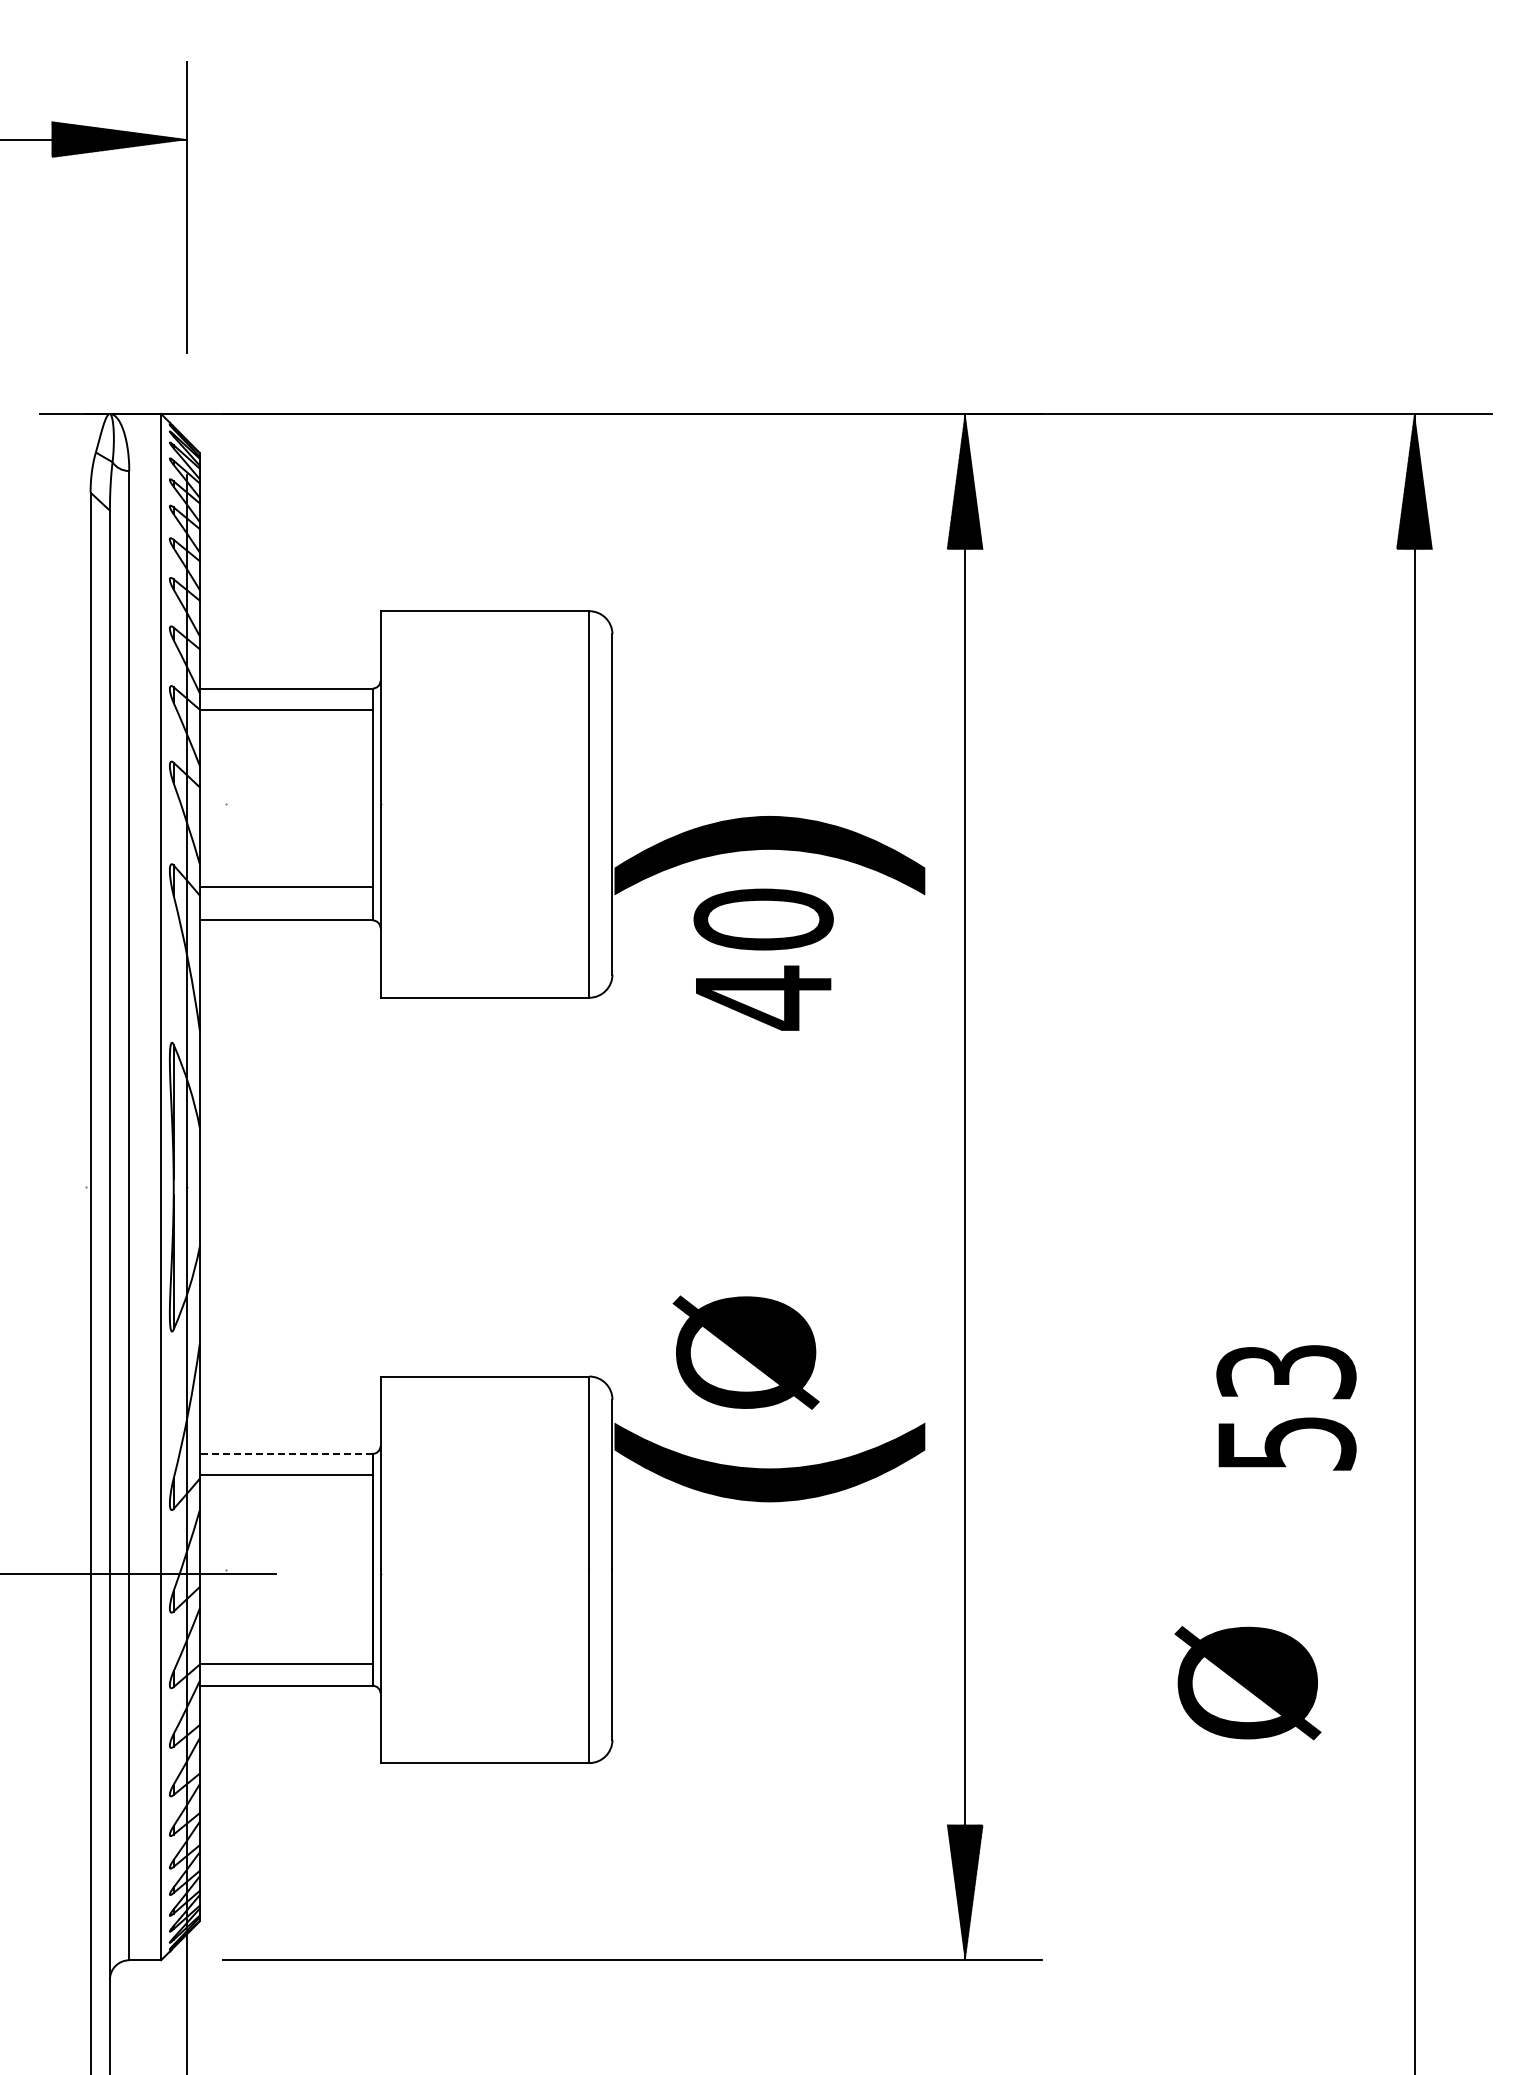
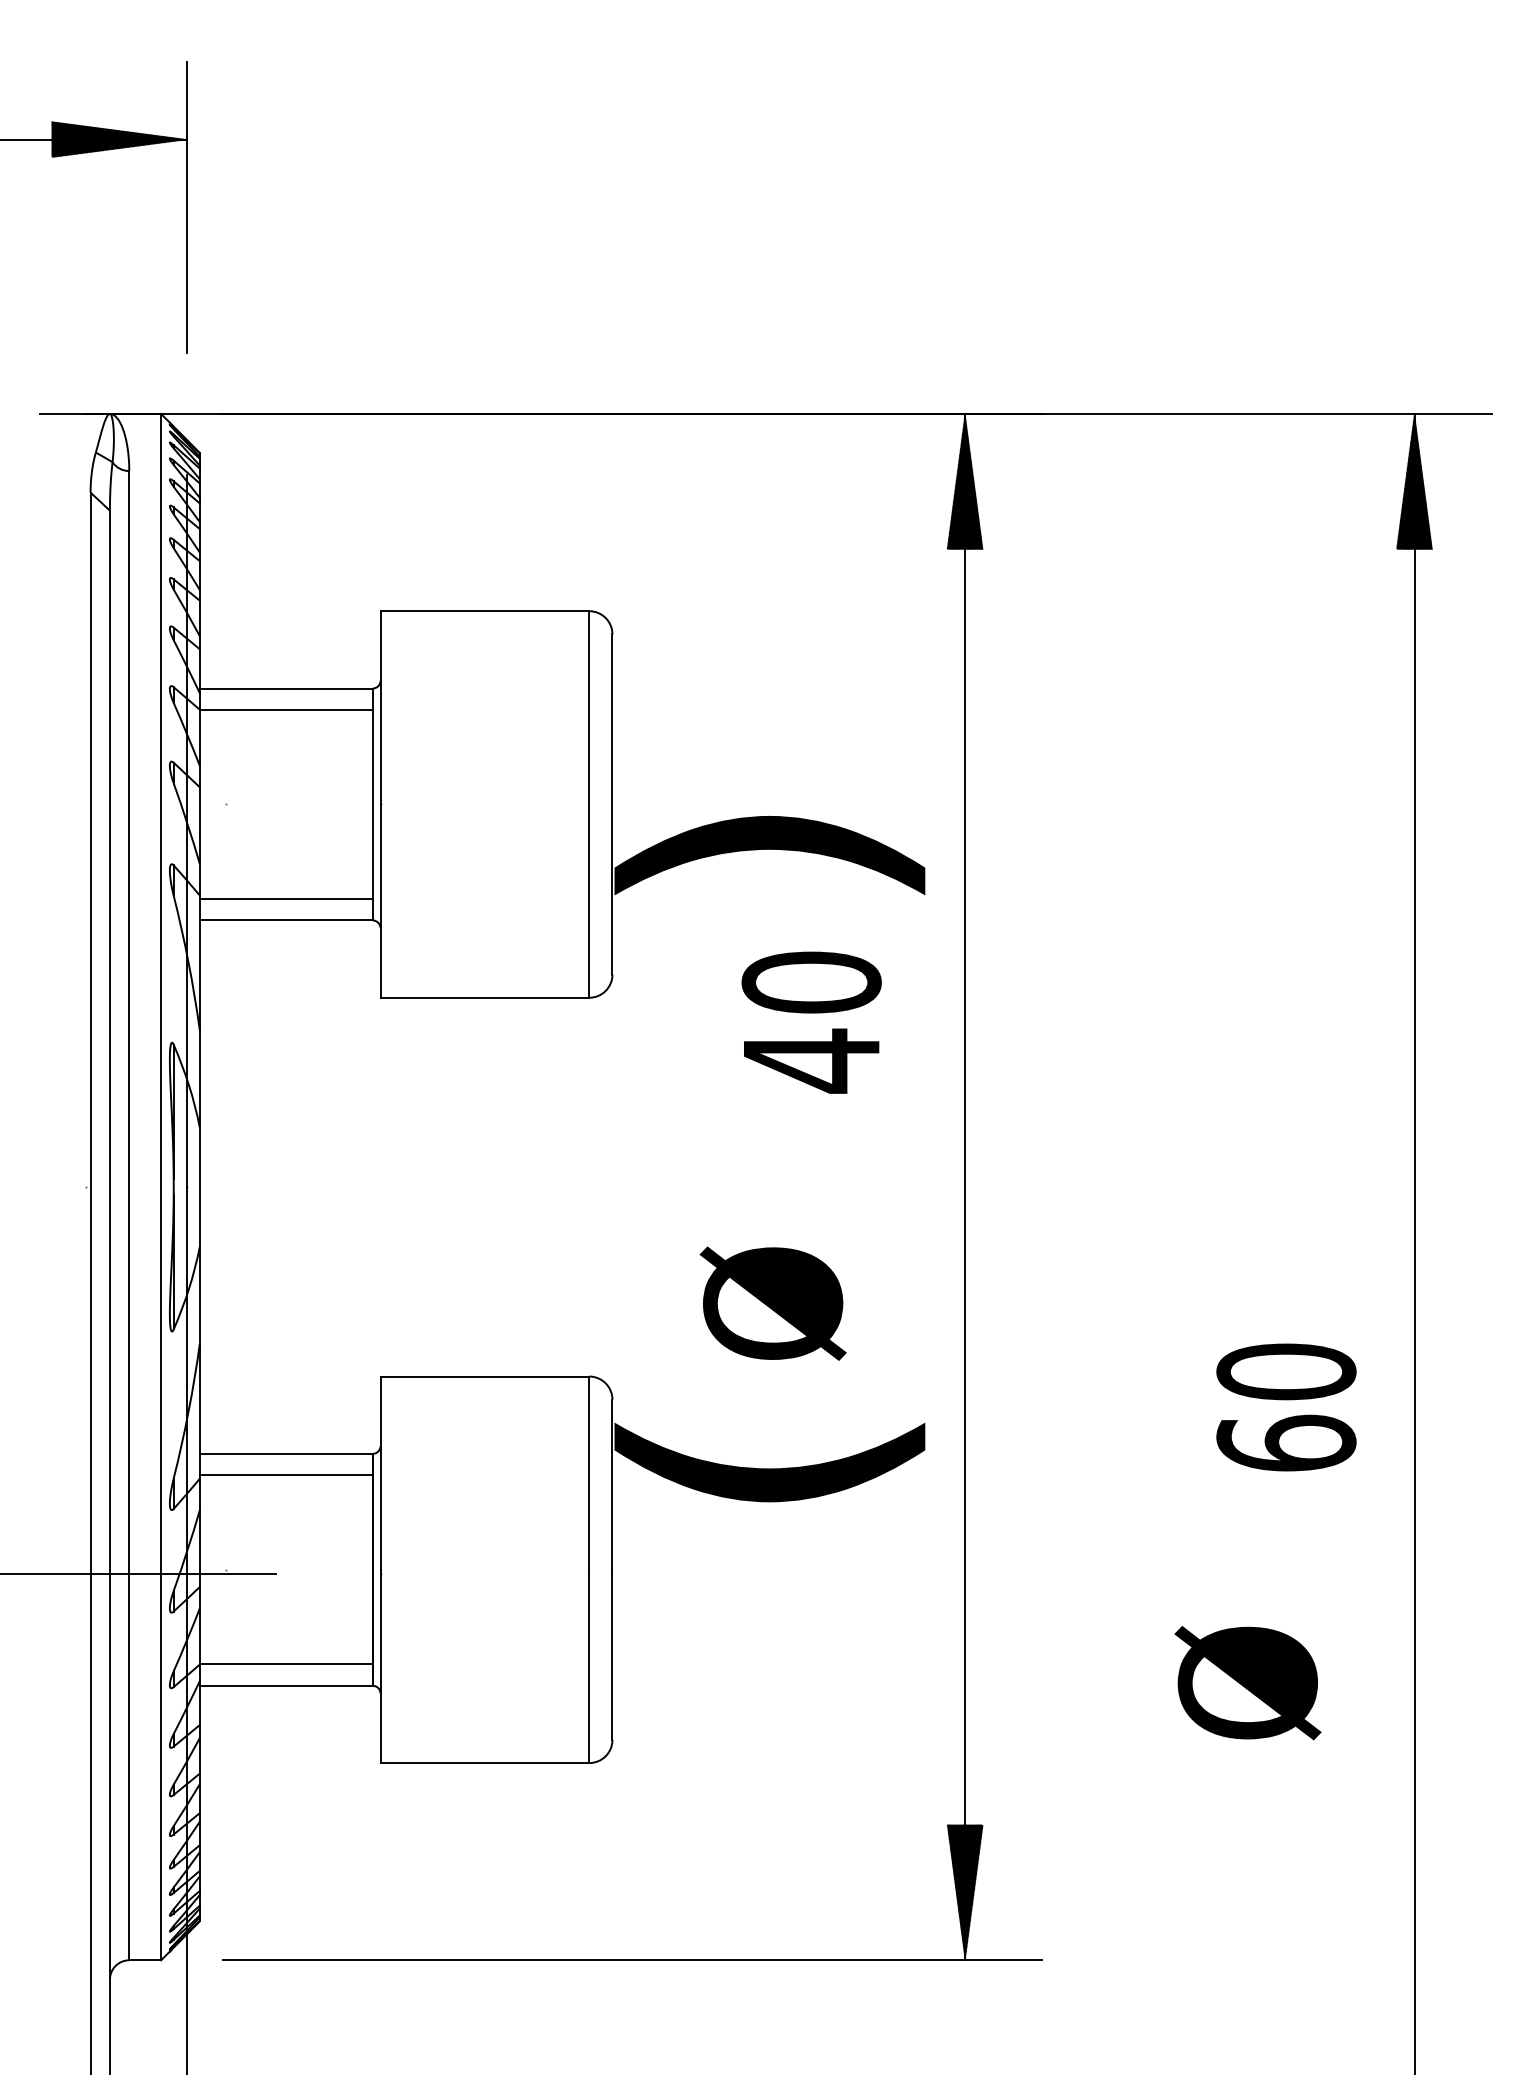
line at (285, 887) position: (285, 887) -> (285, 899)
text at (763, 959) position: (763, 959) -> (811, 1022)
text at (745, 1352) position: (745, 1352) -> (772, 1303)
text at (1286, 1407): 53 -> 60
line at (285, 1453): dashed -> solid
